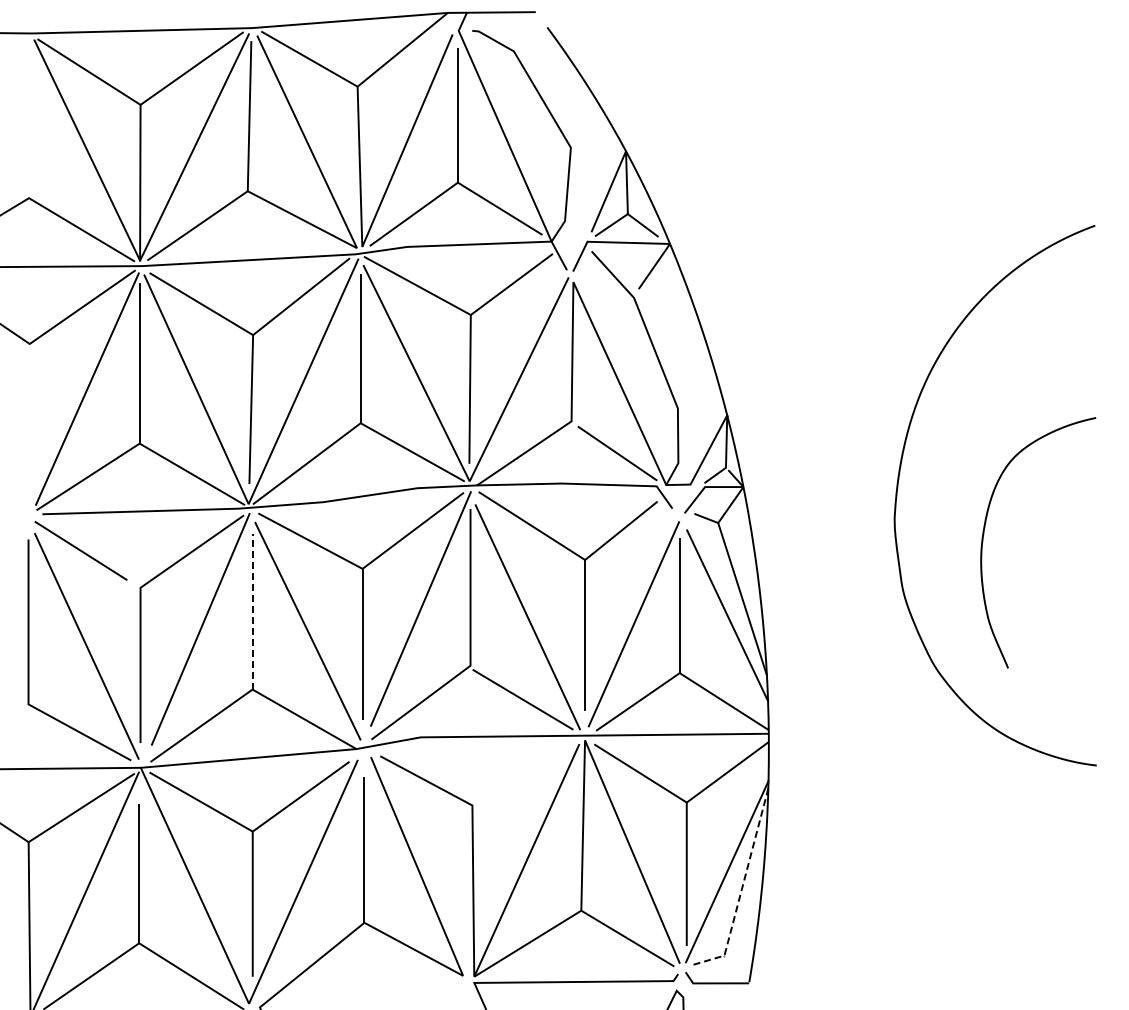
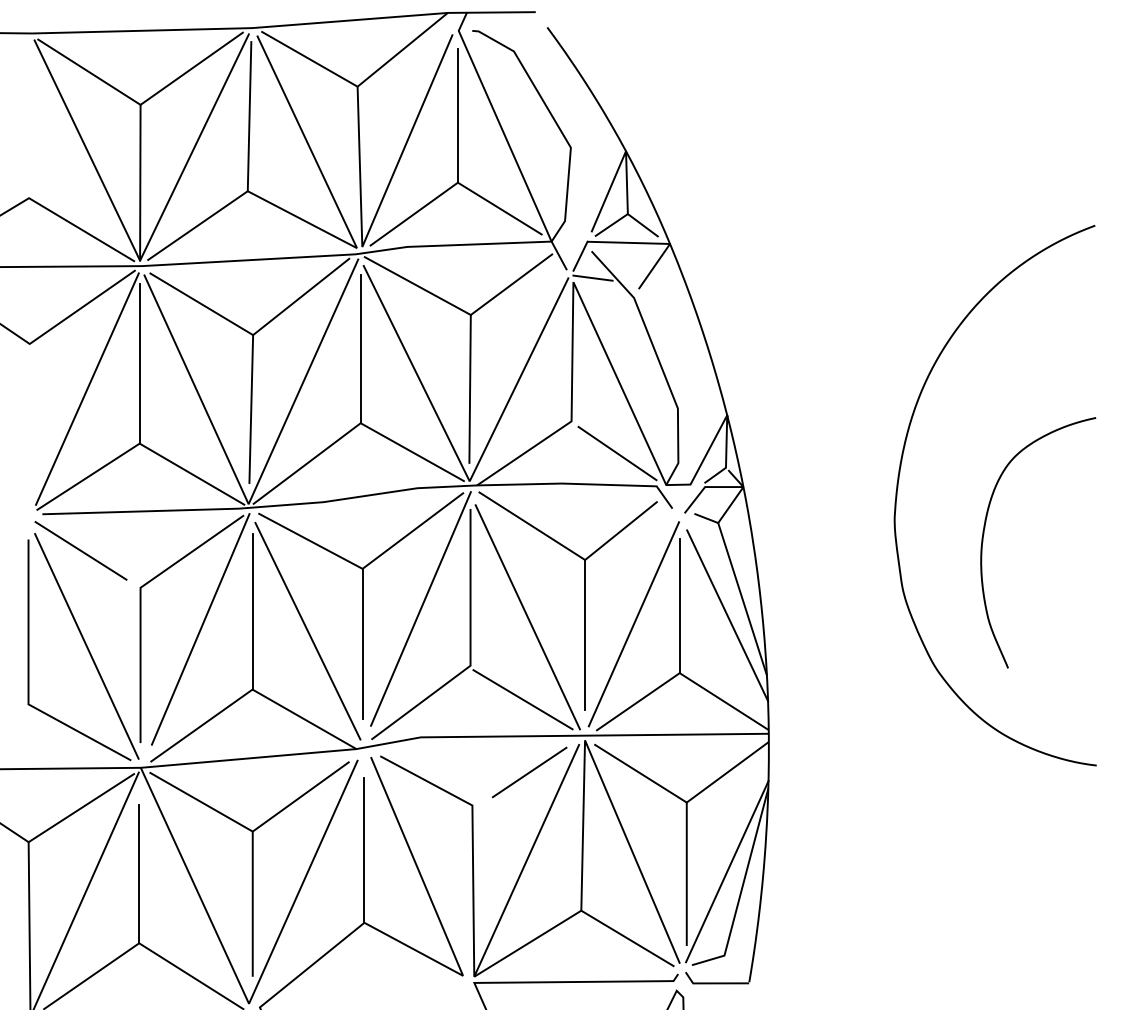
line at (592, 277): none -> present
line at (252, 611): dashed -> solid
line at (529, 772): none -> present
line at (741, 889): dashed -> solid
